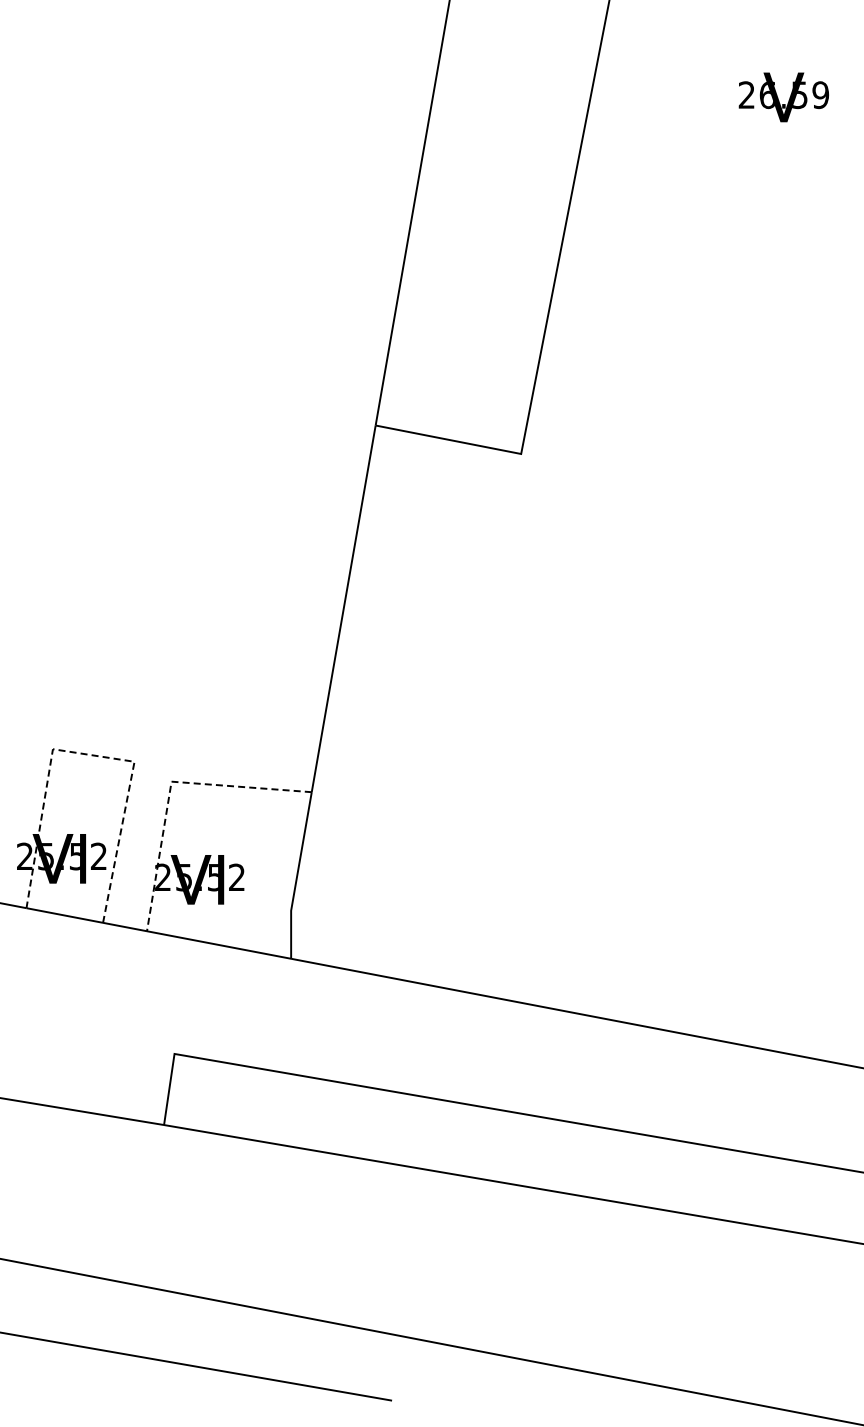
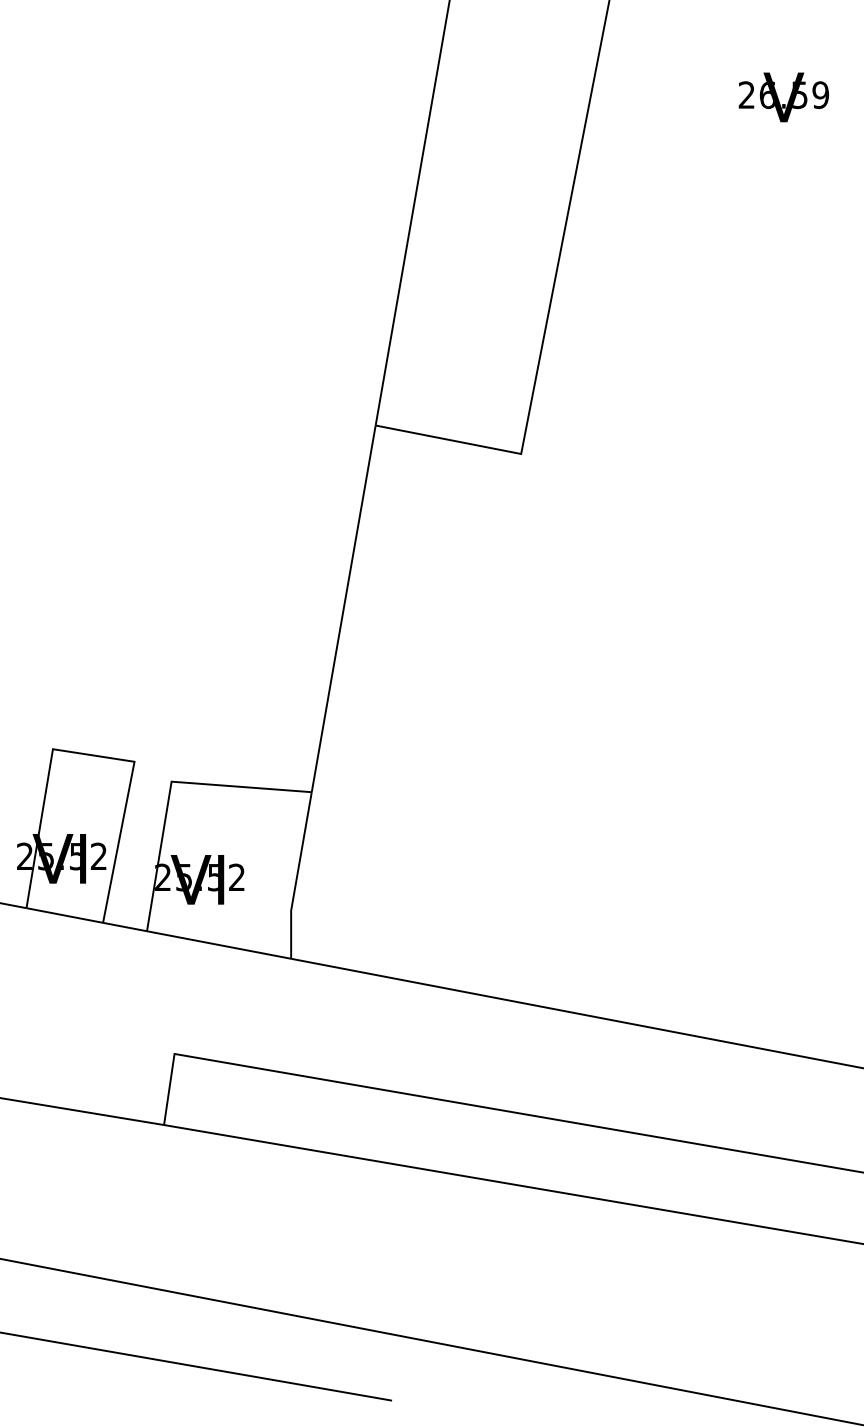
line at (95, 755): dashed -> solid
line at (170, 786): dashed -> solid
